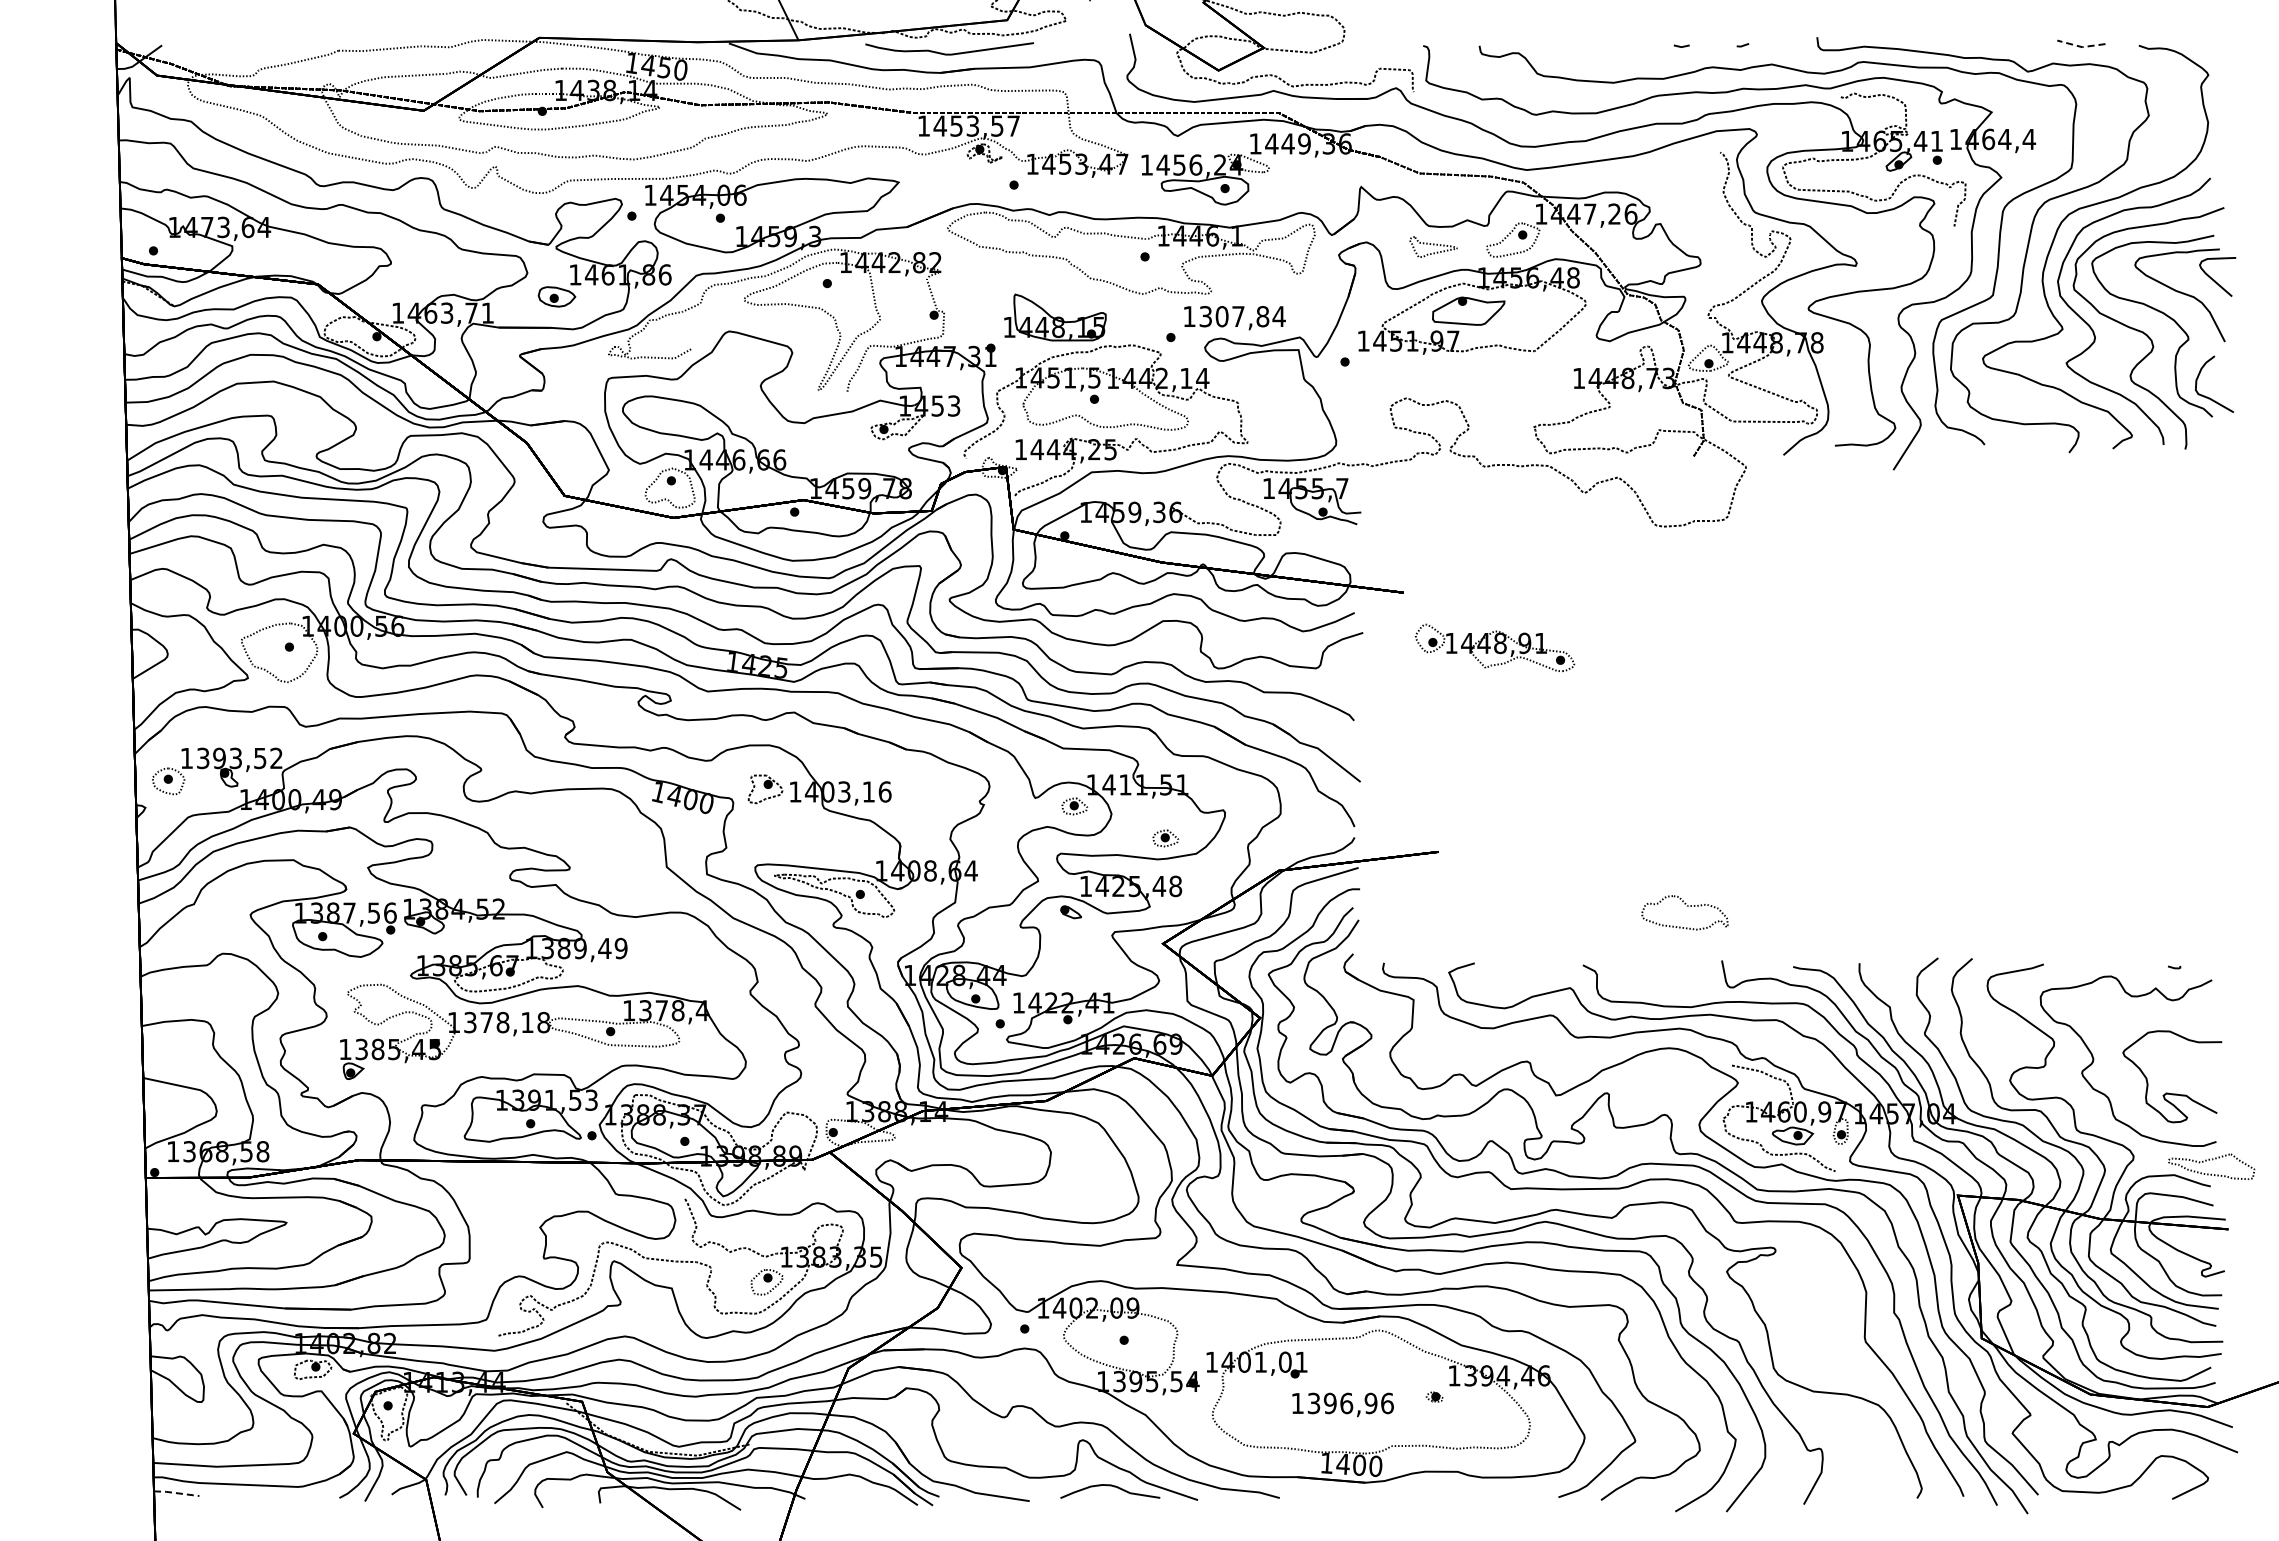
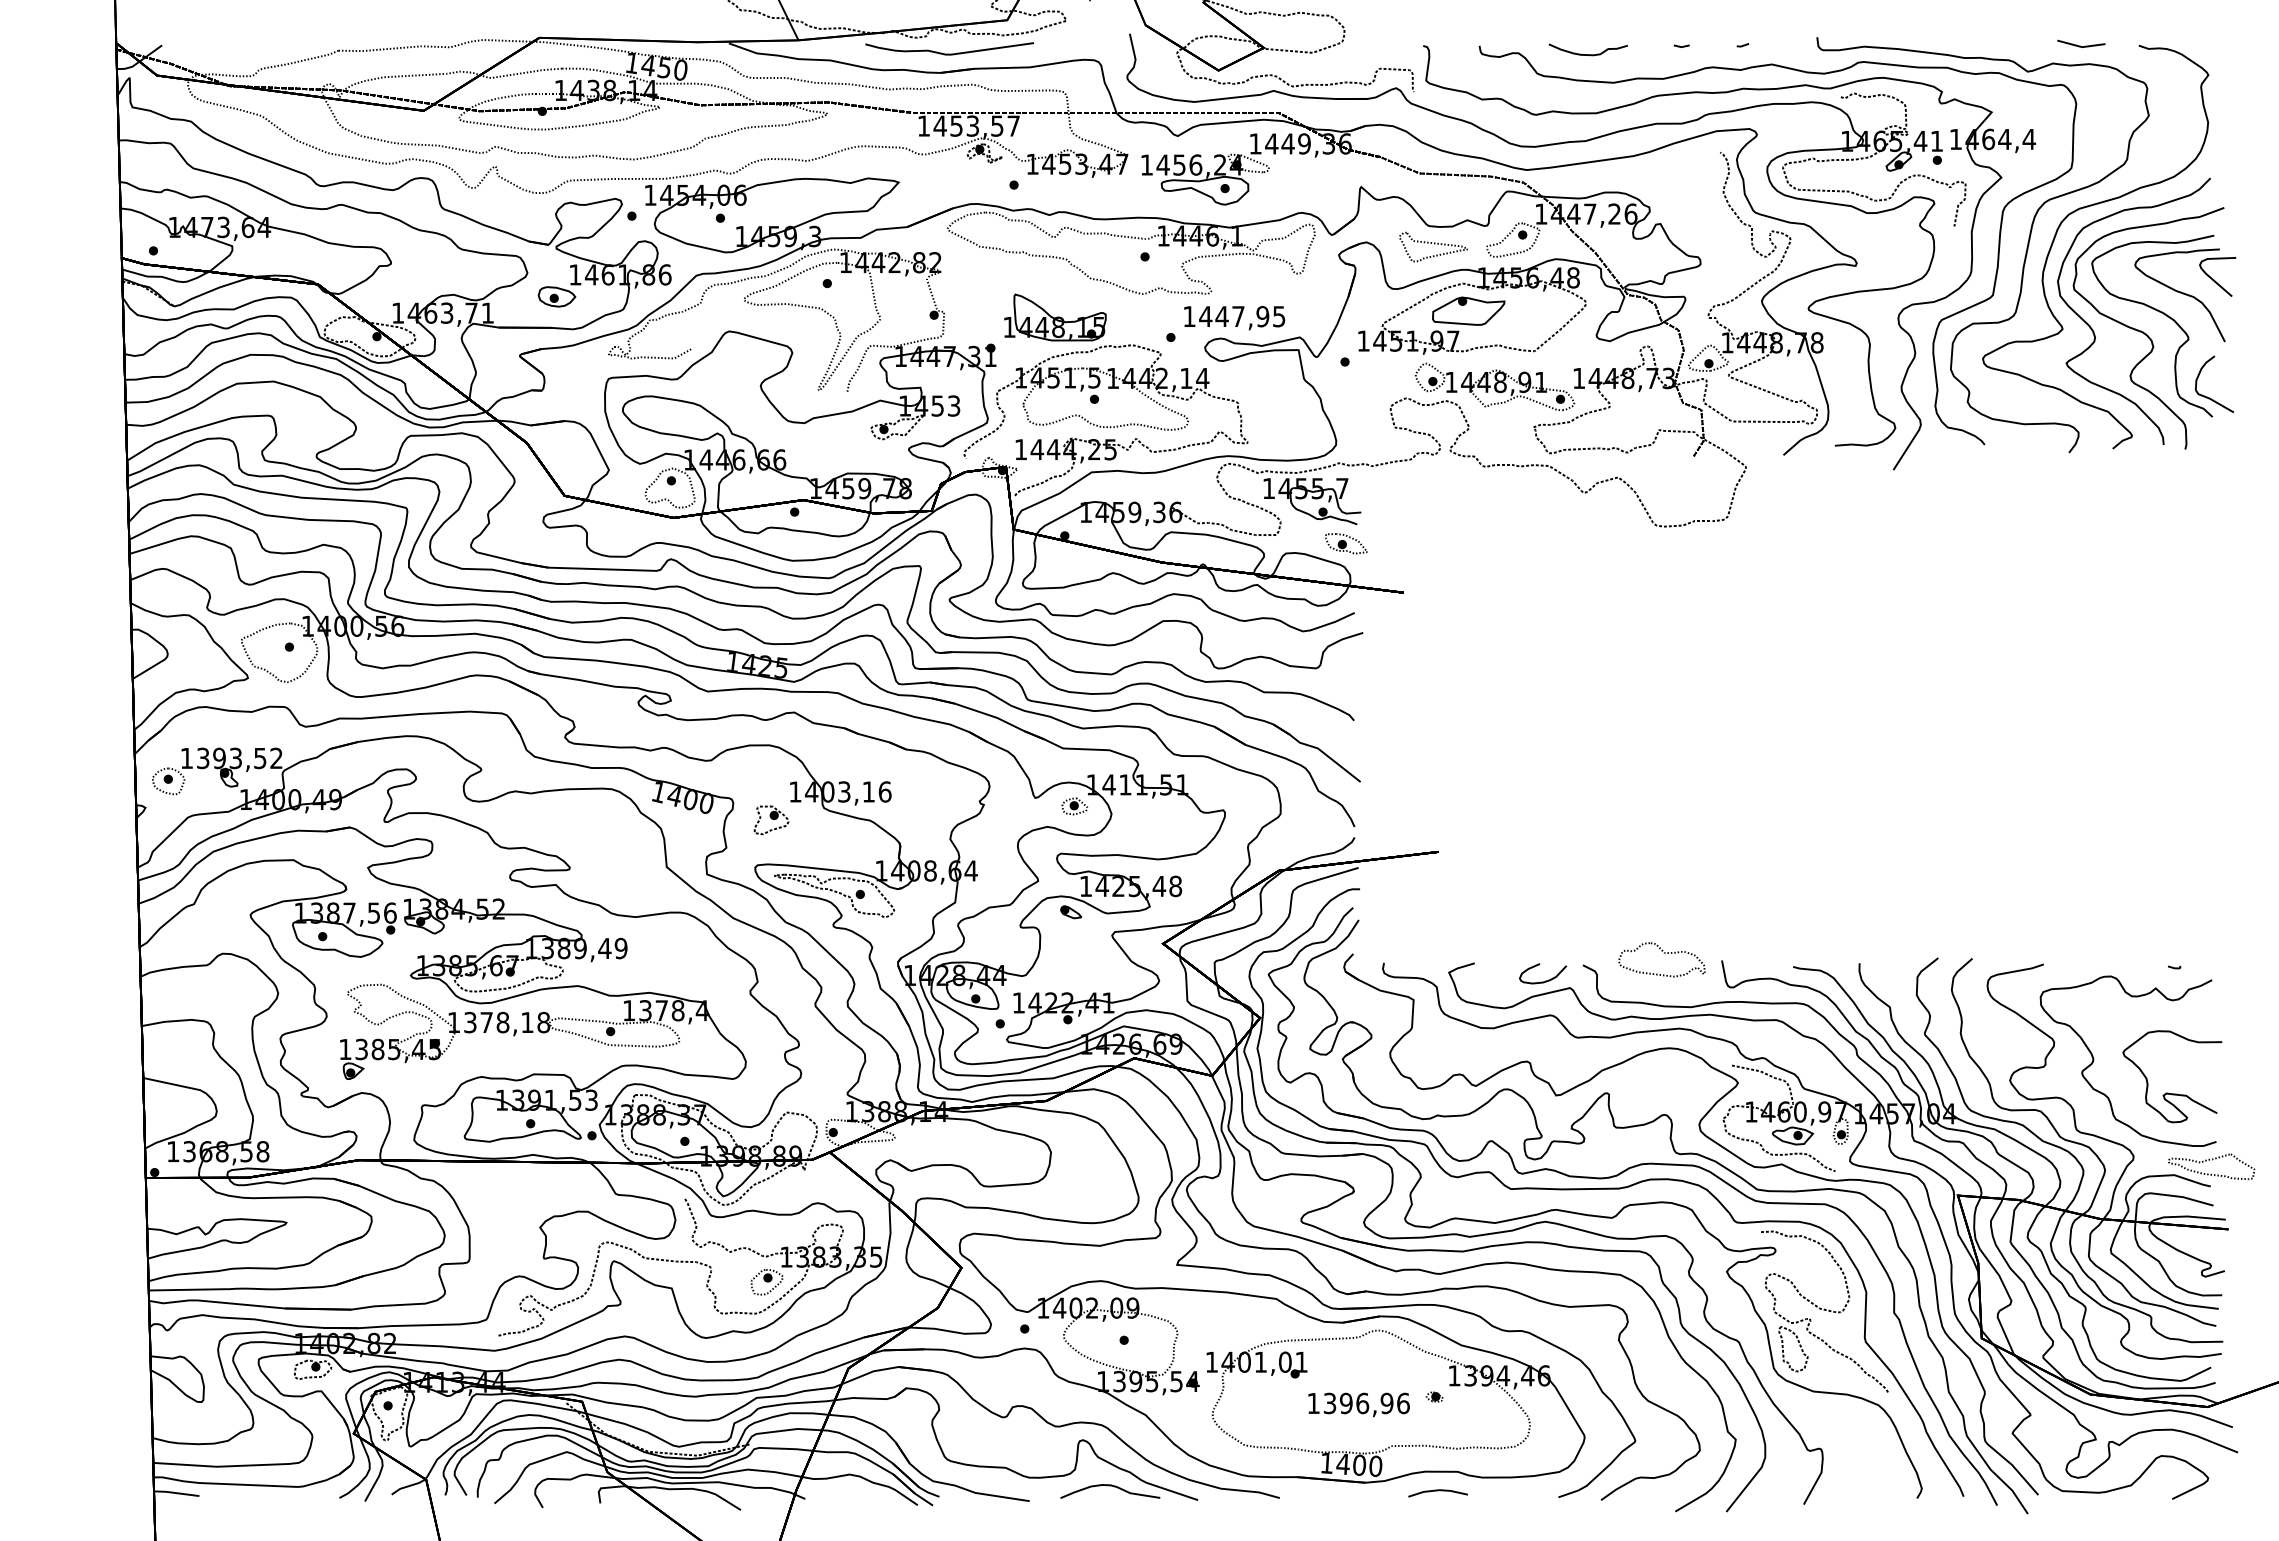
line at (2081, 46): dashed -> solid
curve at (1587, 54): none -> present
part at (1433, 246) size: 49x22 px -> 69x32 px
text at (1242, 316): 1307,84 -> 1447,95
part at (1346, 543): none -> present
part at (1495, 647) position: (1495, 647) -> (1495, 386)
part at (765, 789) position: (765, 789) -> (771, 820)
part at (1165, 838): present -> none
part at (1686, 906) position: (1686, 906) -> (1663, 953)
curve at (1545, 980): none -> present
part at (1824, 1311): none -> present
text at (1342, 1404) position: (1342, 1404) -> (1358, 1404)
line at (1437, 1491): none -> present
line at (175, 1493): dashed -> solid
